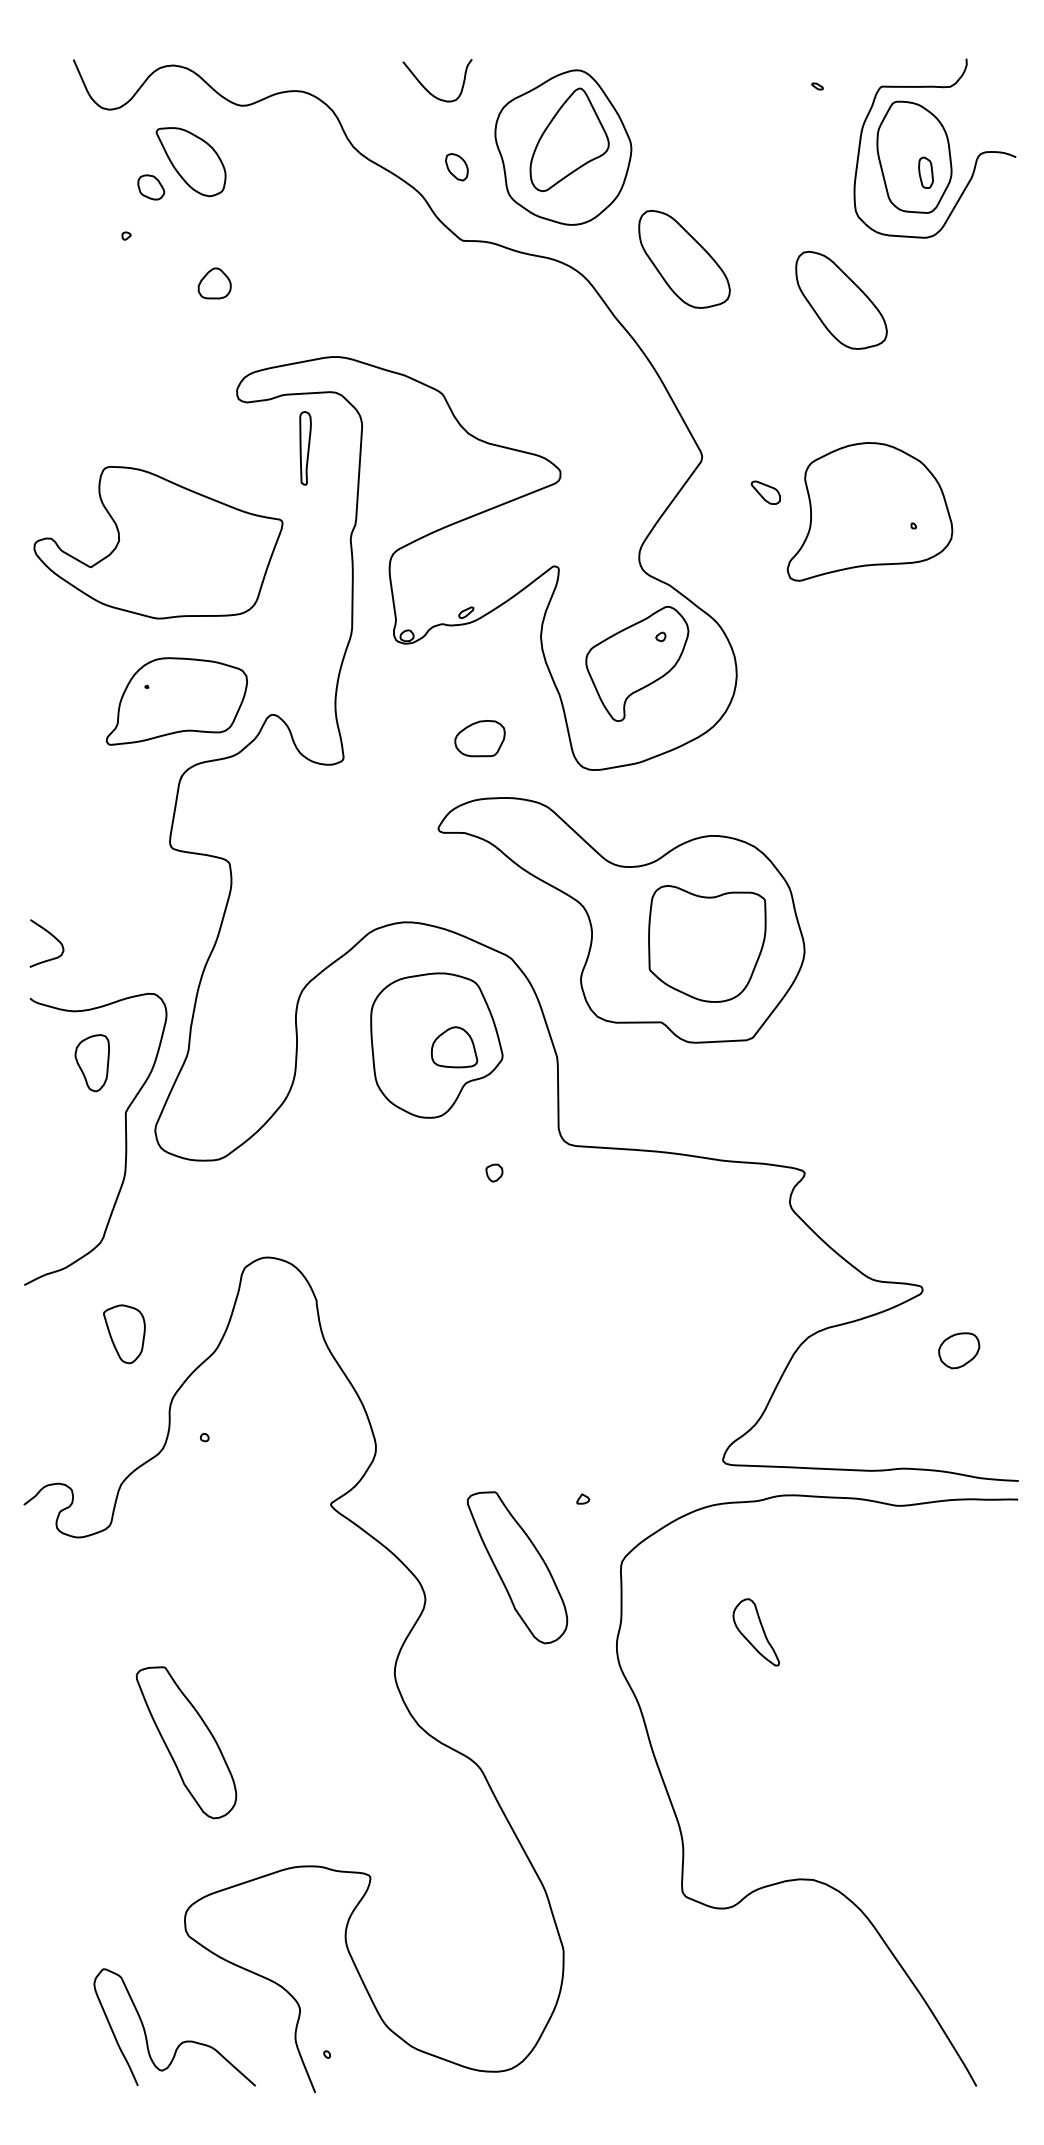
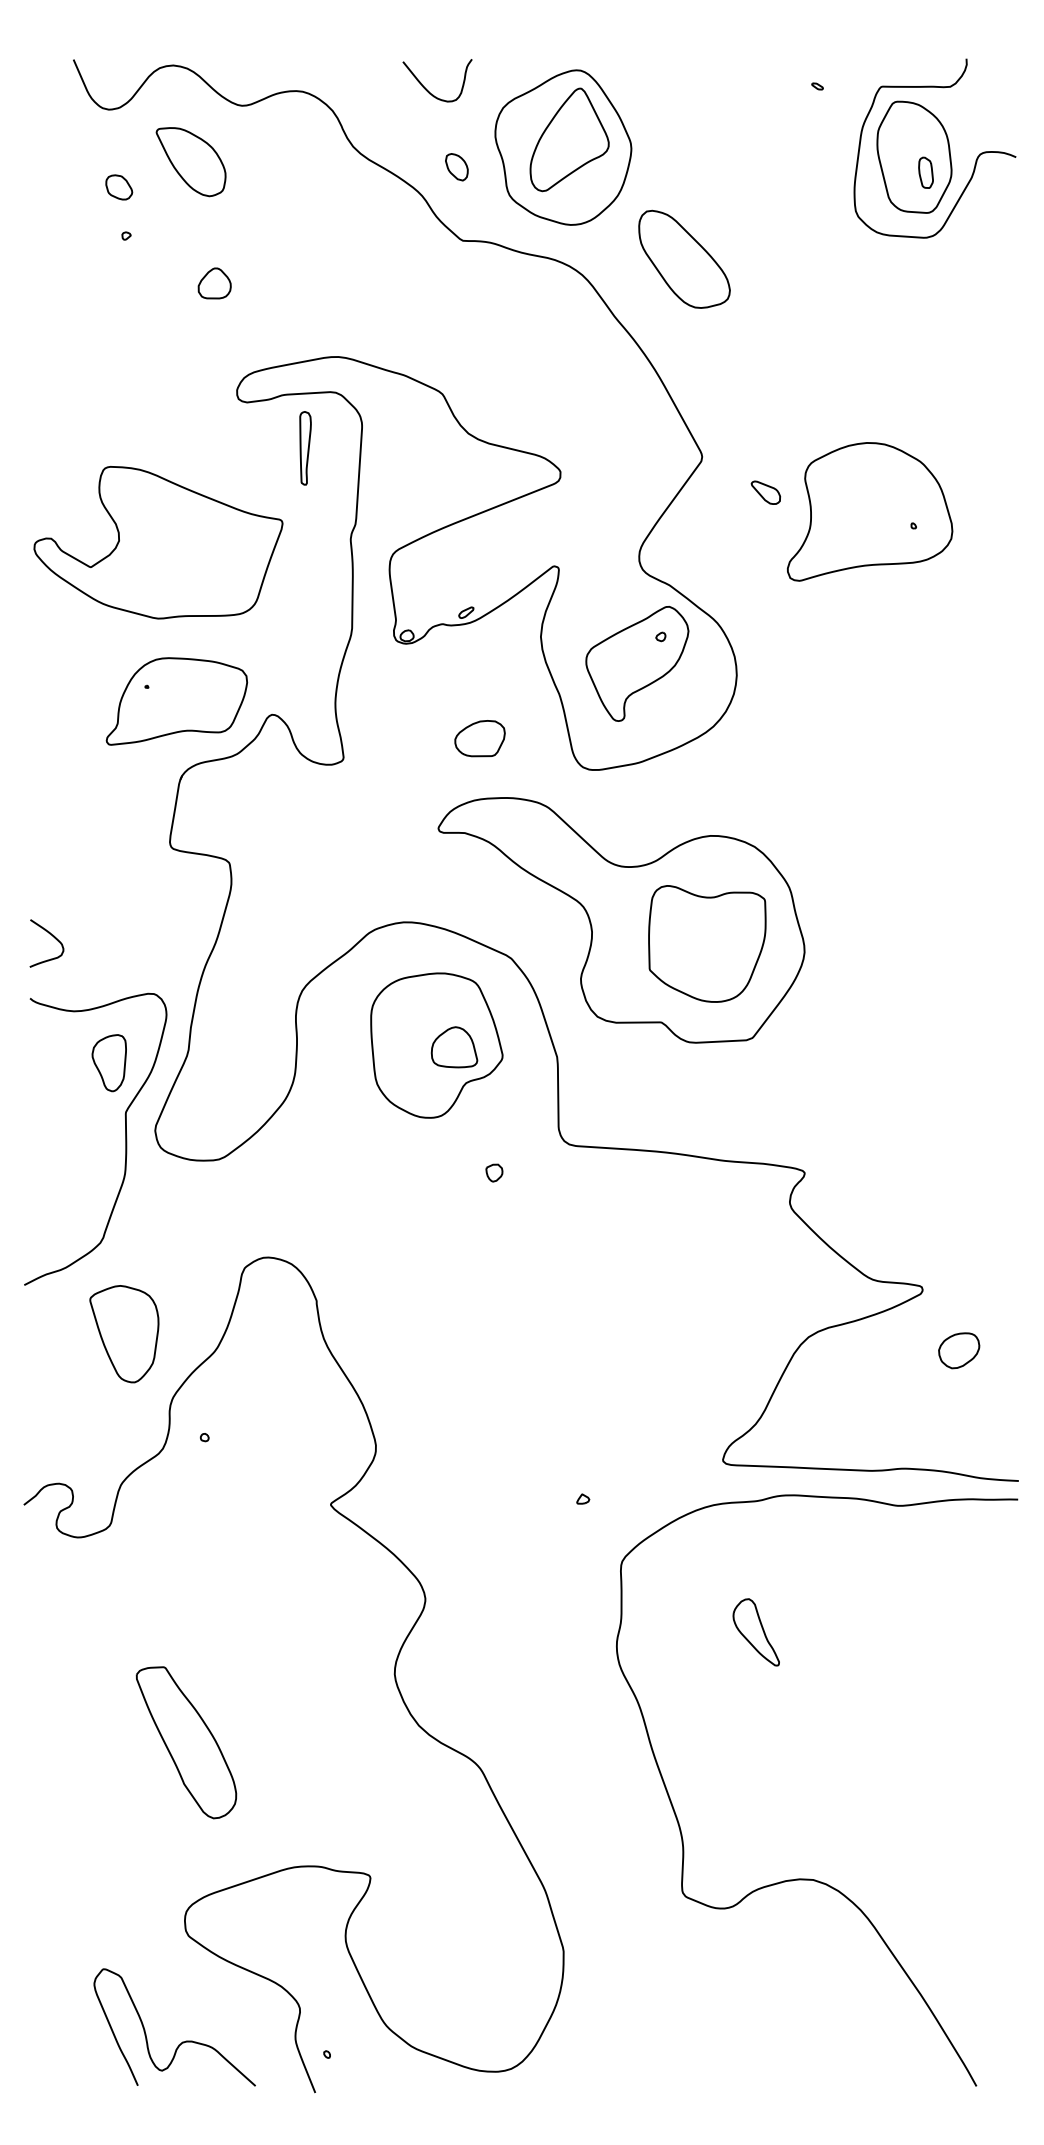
part at (151, 187) position: (151, 187) -> (119, 187)
part at (841, 299): present -> none
part at (91, 1063) position: (91, 1063) -> (108, 1063)
part at (124, 1334) size: 43x61 px -> 71x99 px
part at (517, 1567): present -> none
